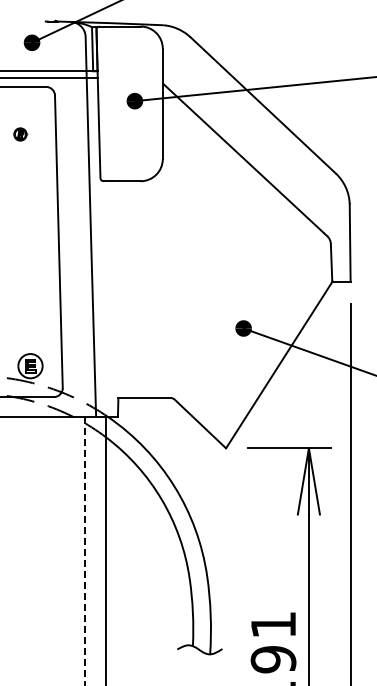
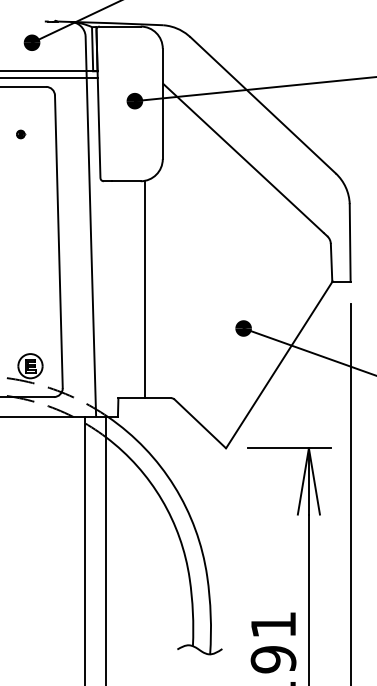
part at (20, 134) size: 16x15 px -> 11x11 px
line at (144, 289): none -> present
line at (85, 551): dashed -> solid
